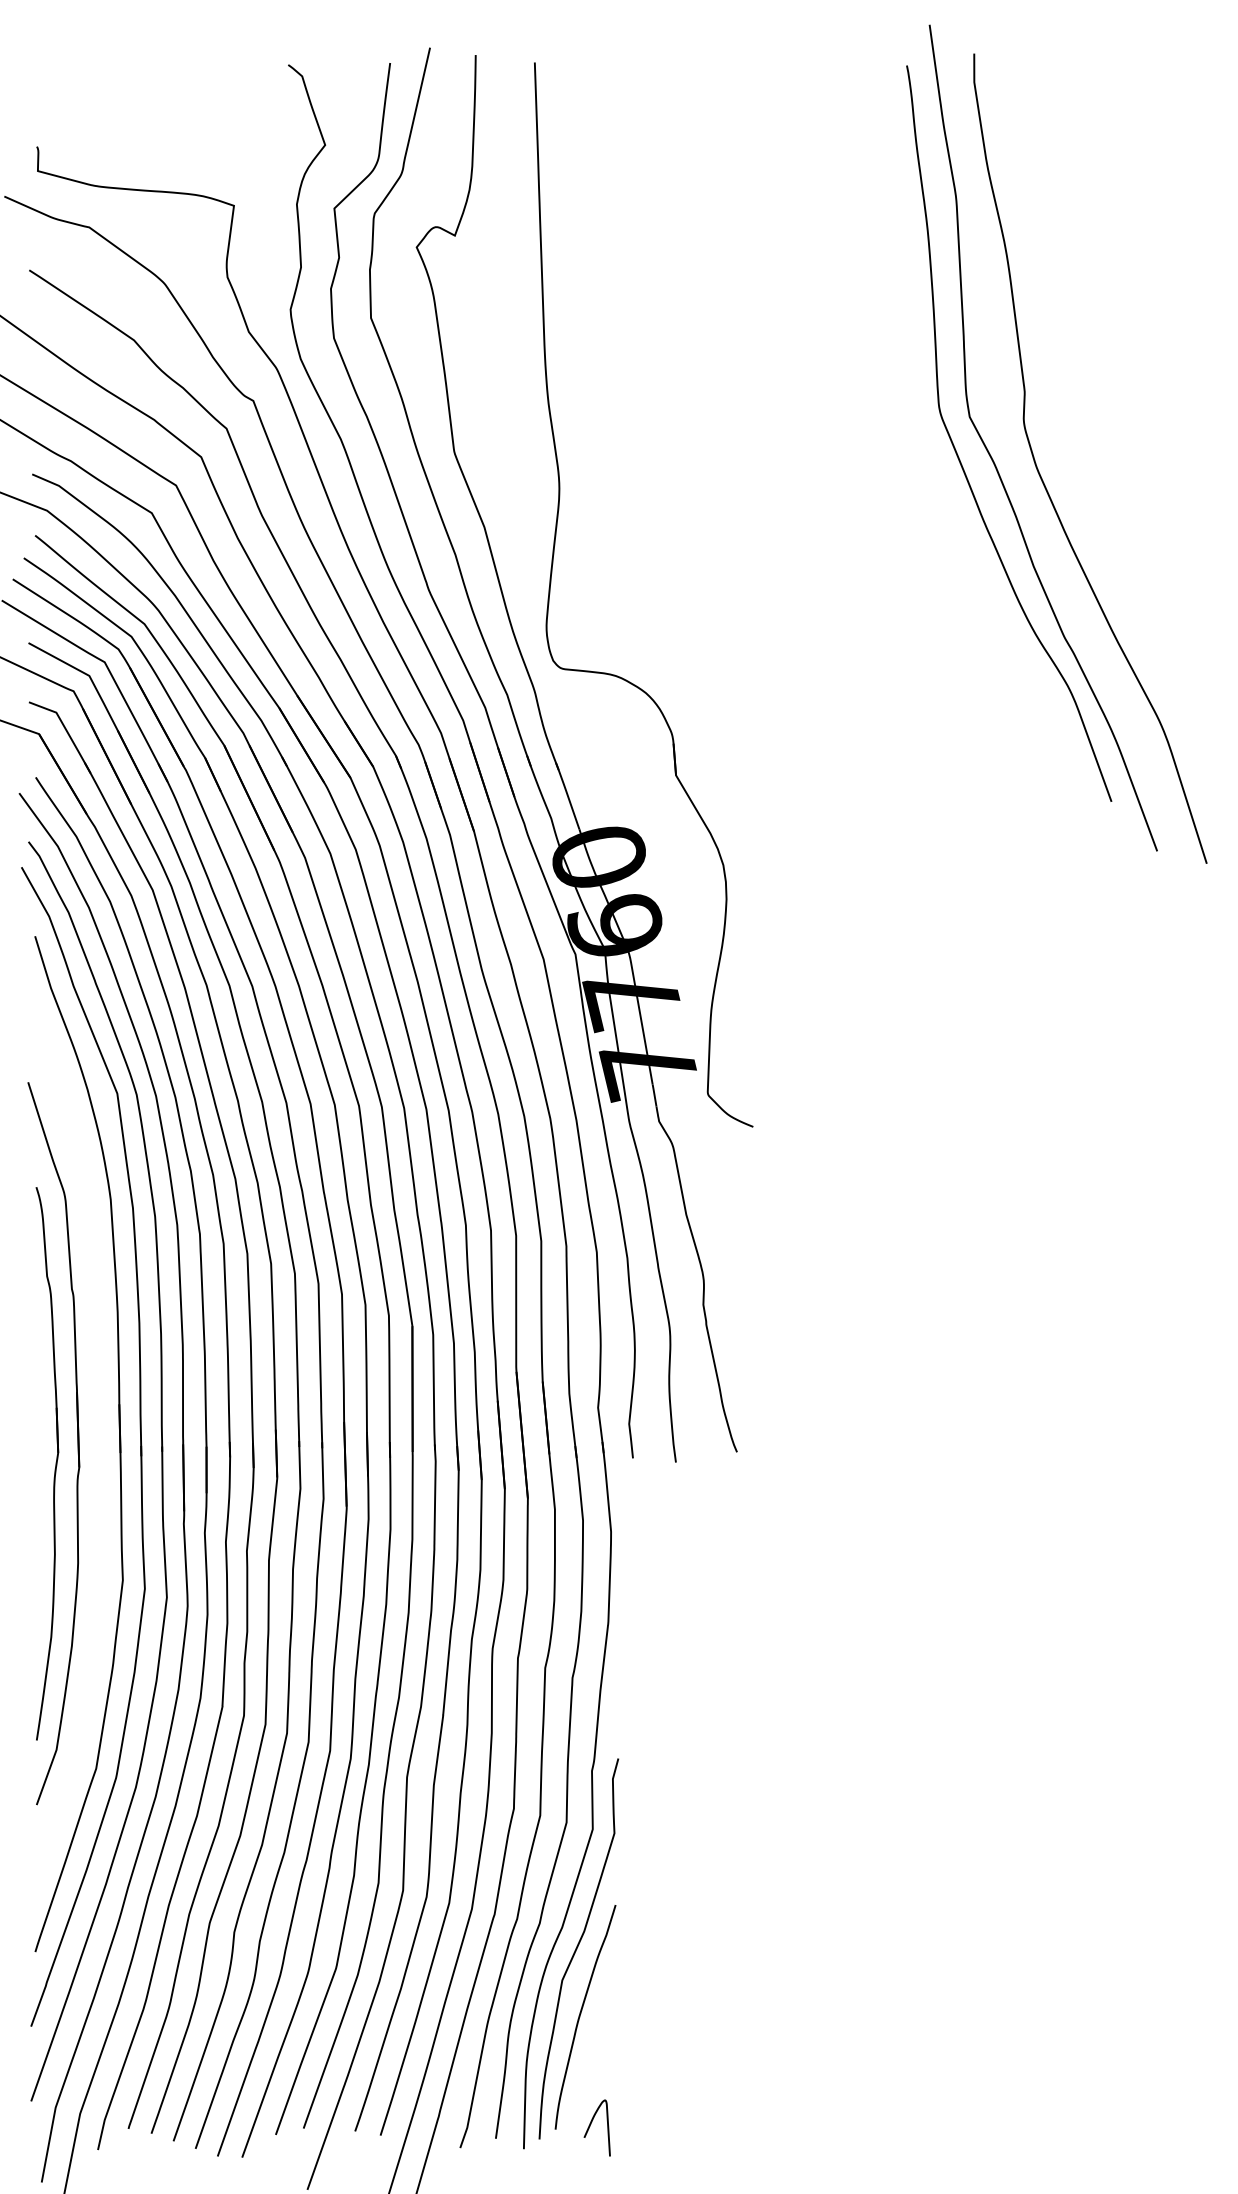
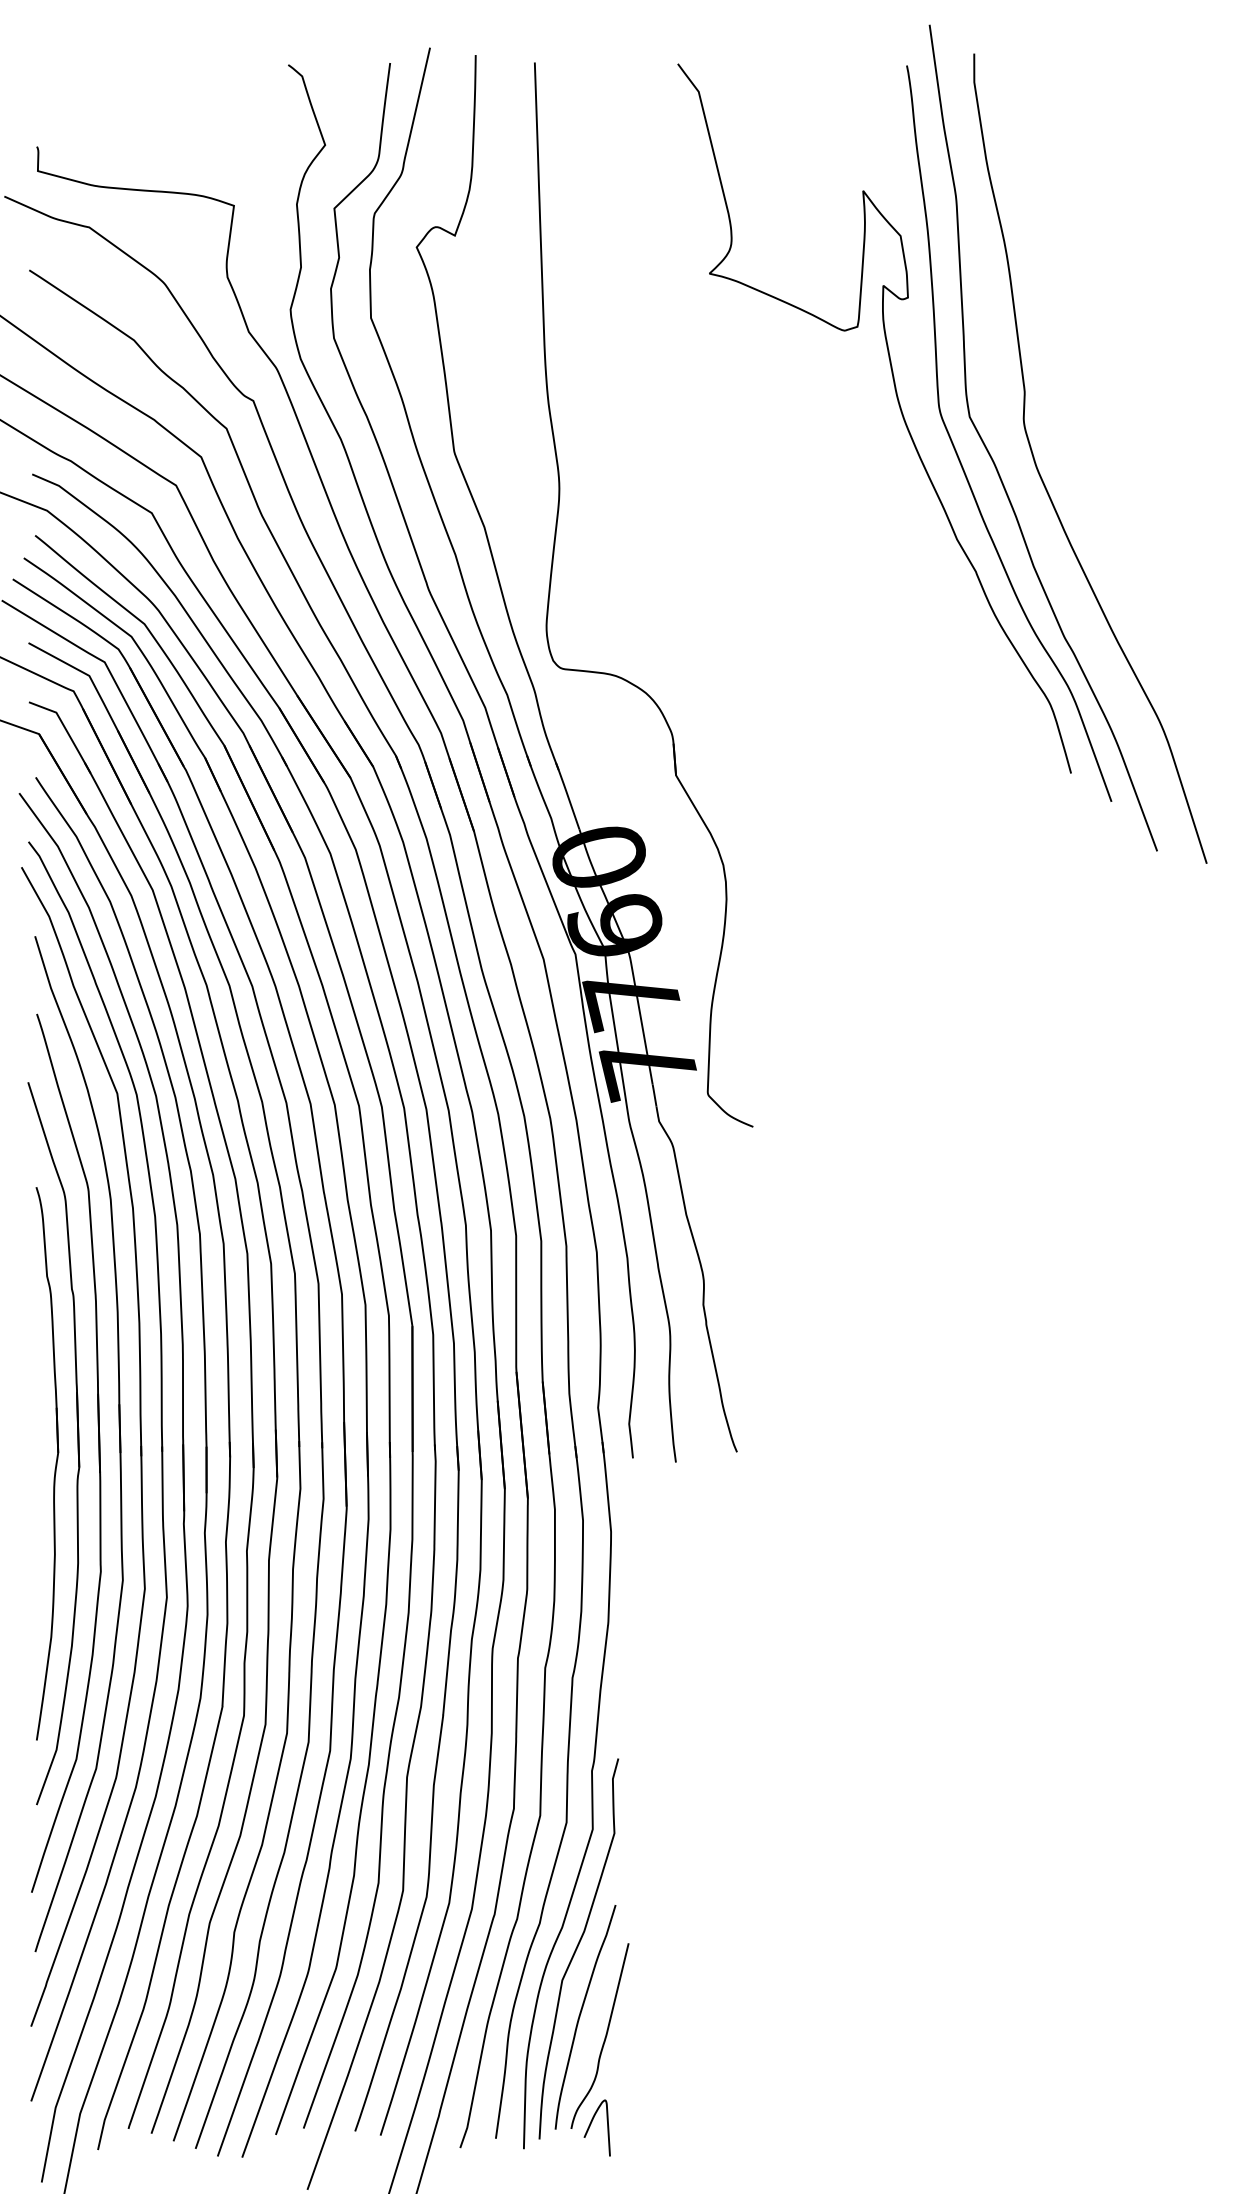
curve at (900, 412): none -> present
part at (98, 1452): none -> present
curve at (604, 2037): none -> present
